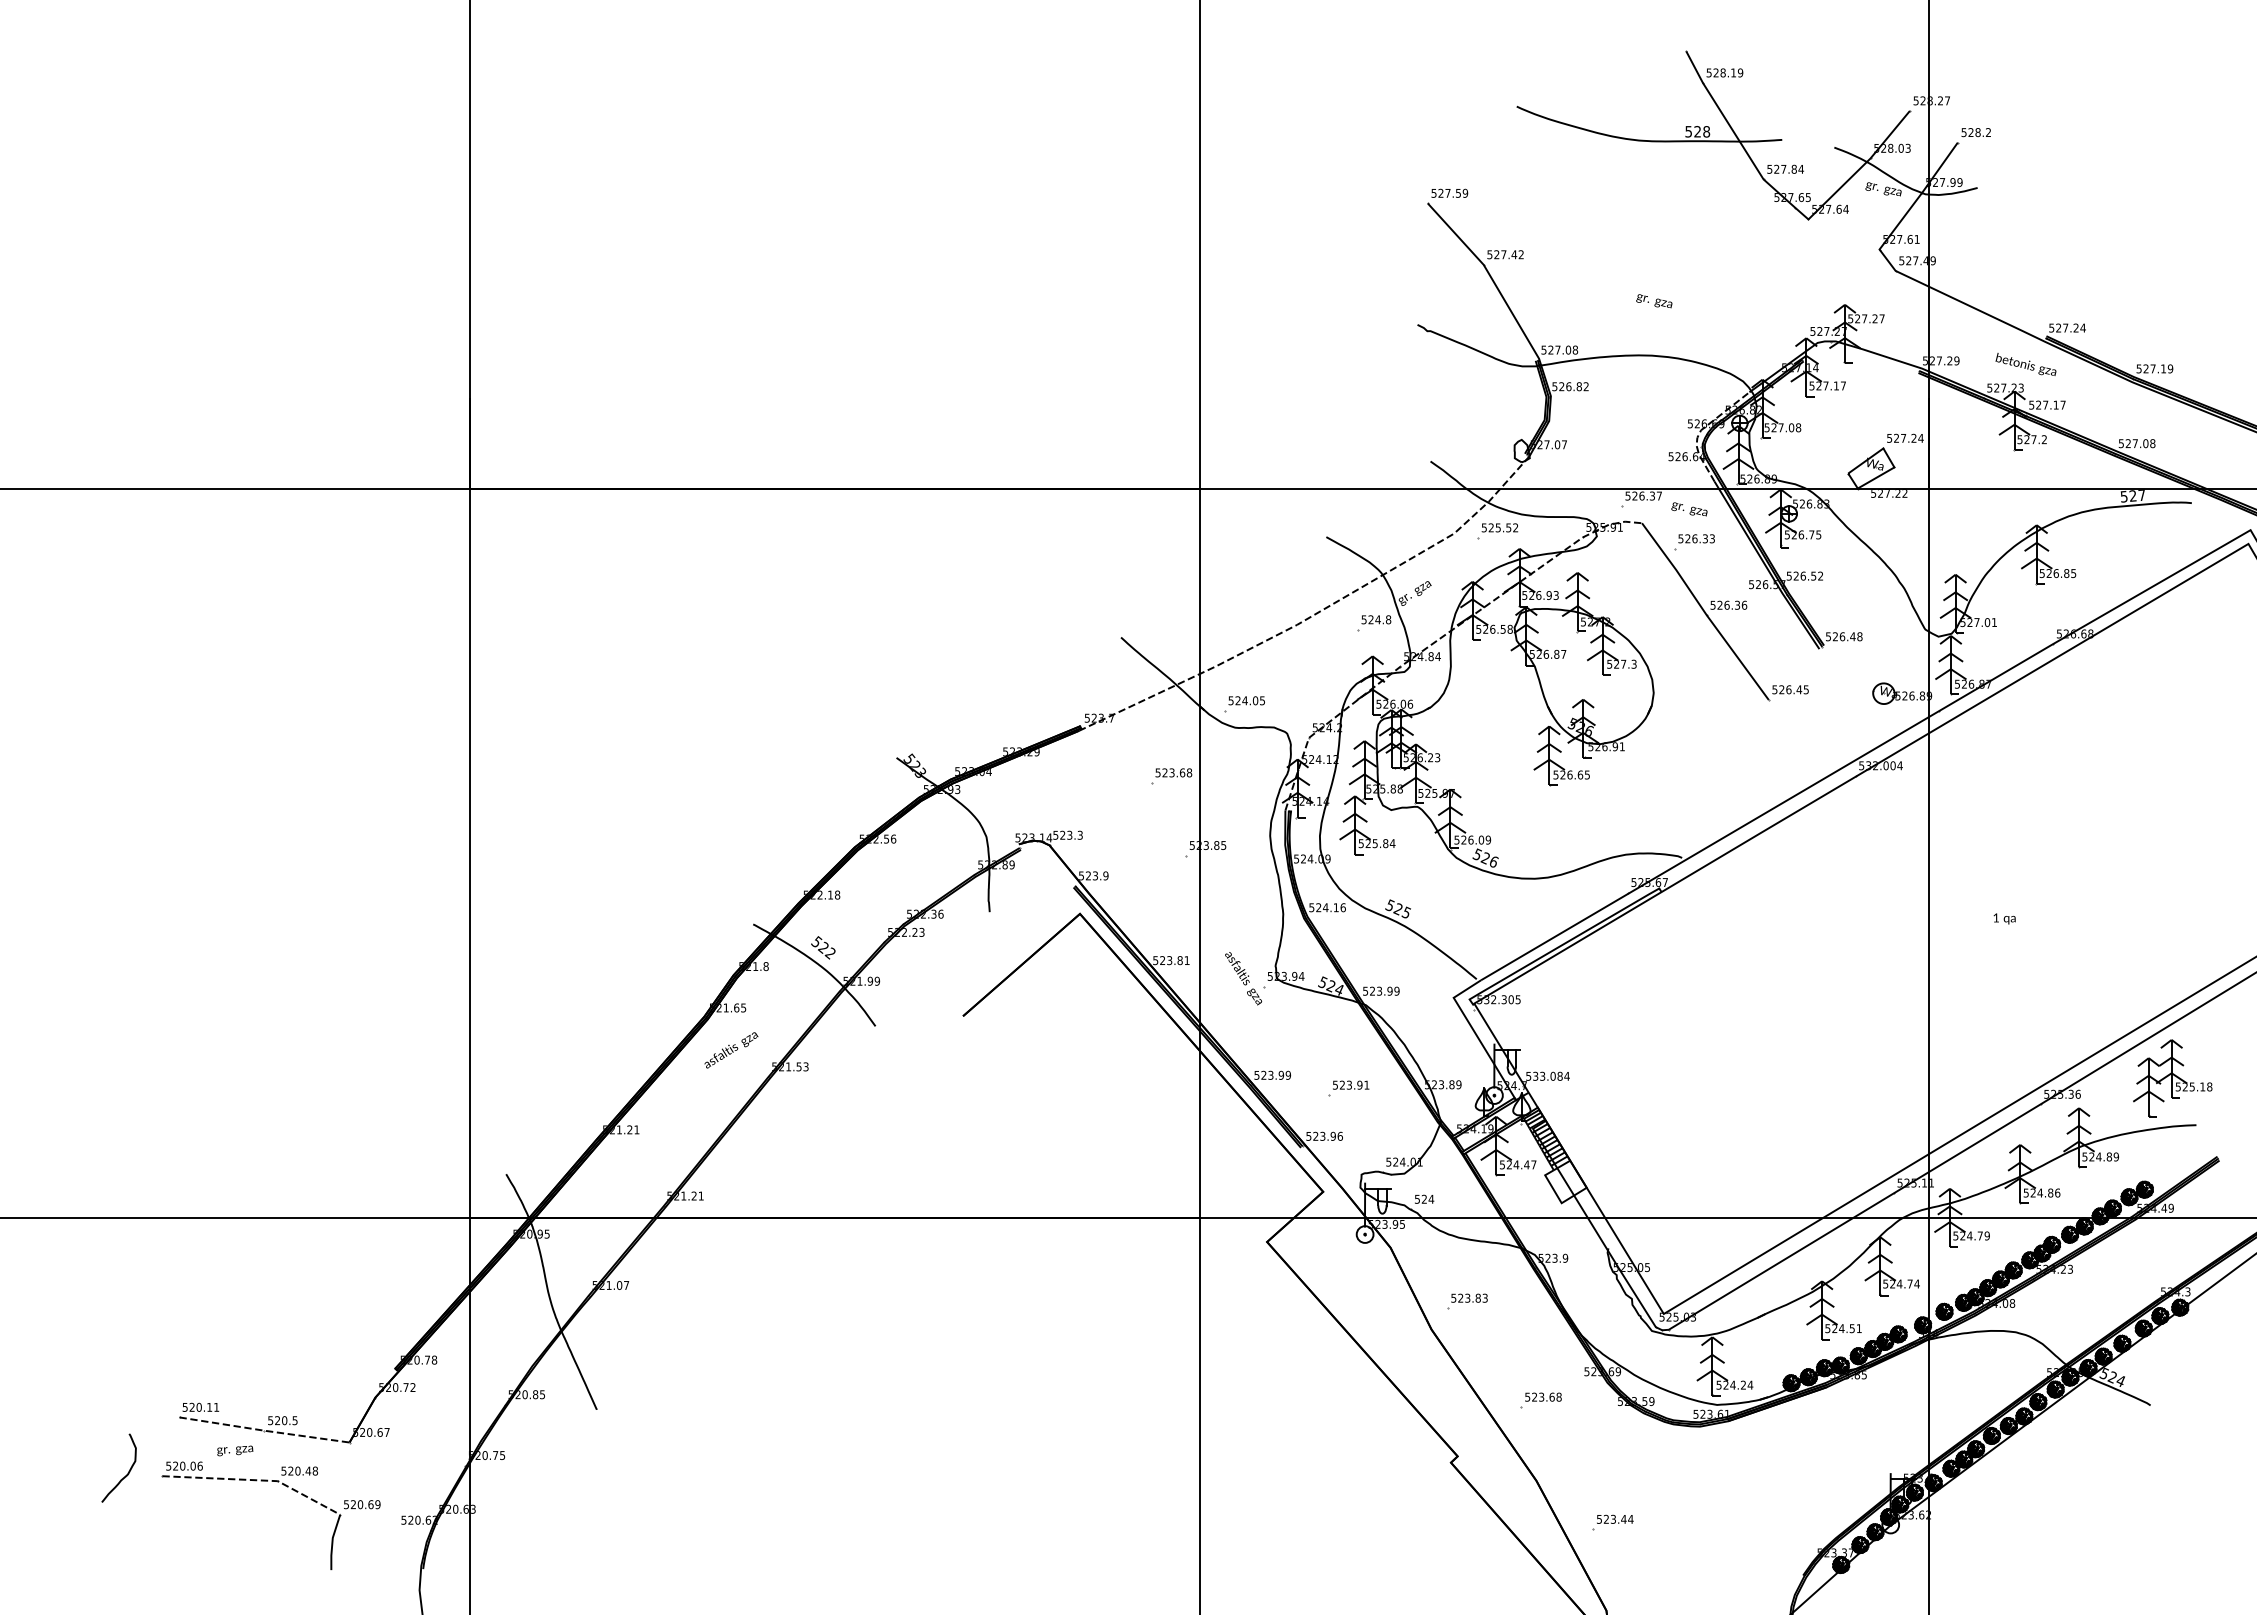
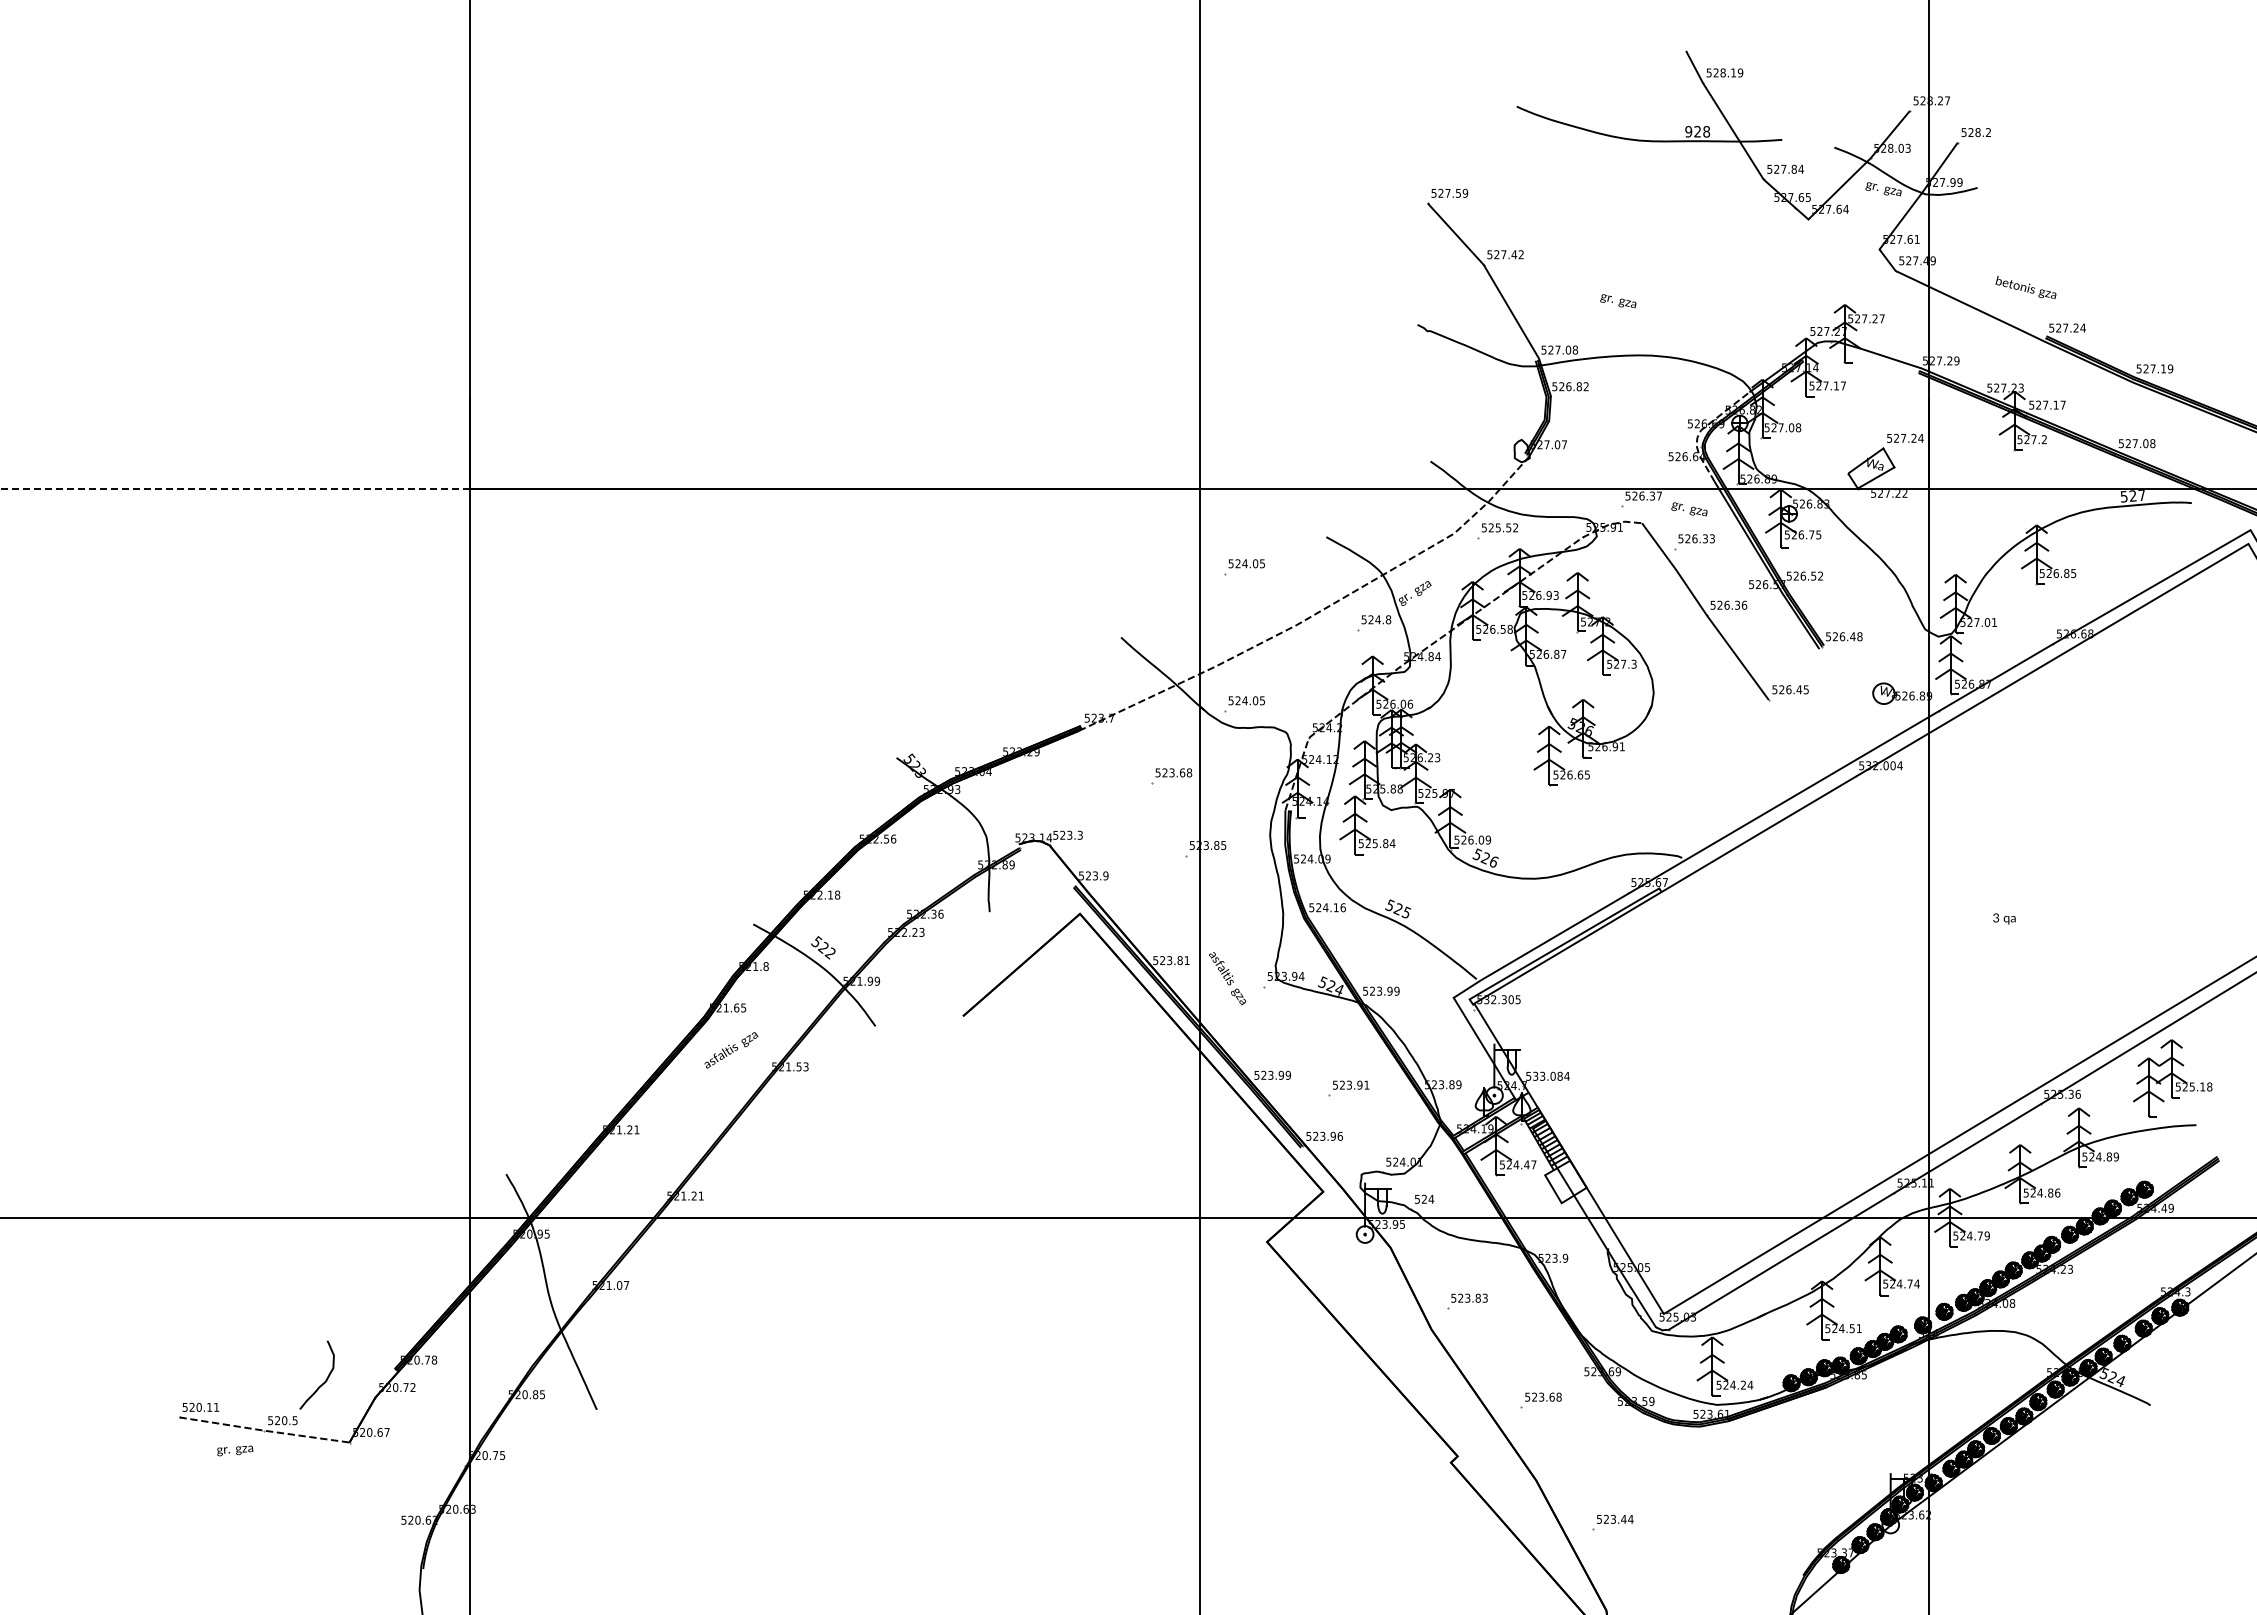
text at (1688, 131): 528 -> 928
text at (1654, 301) position: (1654, 301) -> (1618, 301)
text at (2025, 364) position: (2025, 364) -> (2025, 287)
line at (234, 489): solid -> dashed
part at (1244, 567): none -> present
text at (1996, 917): 1 -> 3
text at (1243, 978) position: (1243, 978) -> (1227, 978)
curve at (126, 1474) position: (126, 1474) -> (324, 1381)
part at (285, 1486): present -> none
